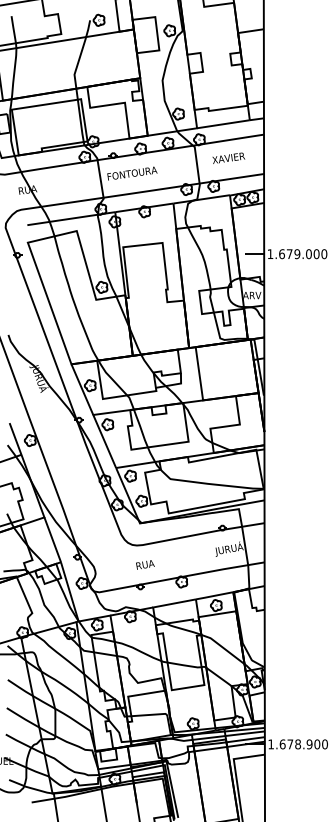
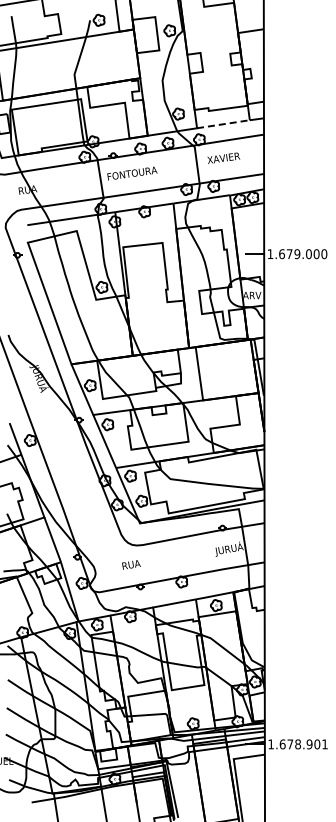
line at (223, 124): solid -> dashed
text at (228, 157) position: (228, 157) -> (223, 157)
text at (145, 564) position: (145, 564) -> (131, 564)
text at (324, 744): 1.678.900 -> 1.678.901
